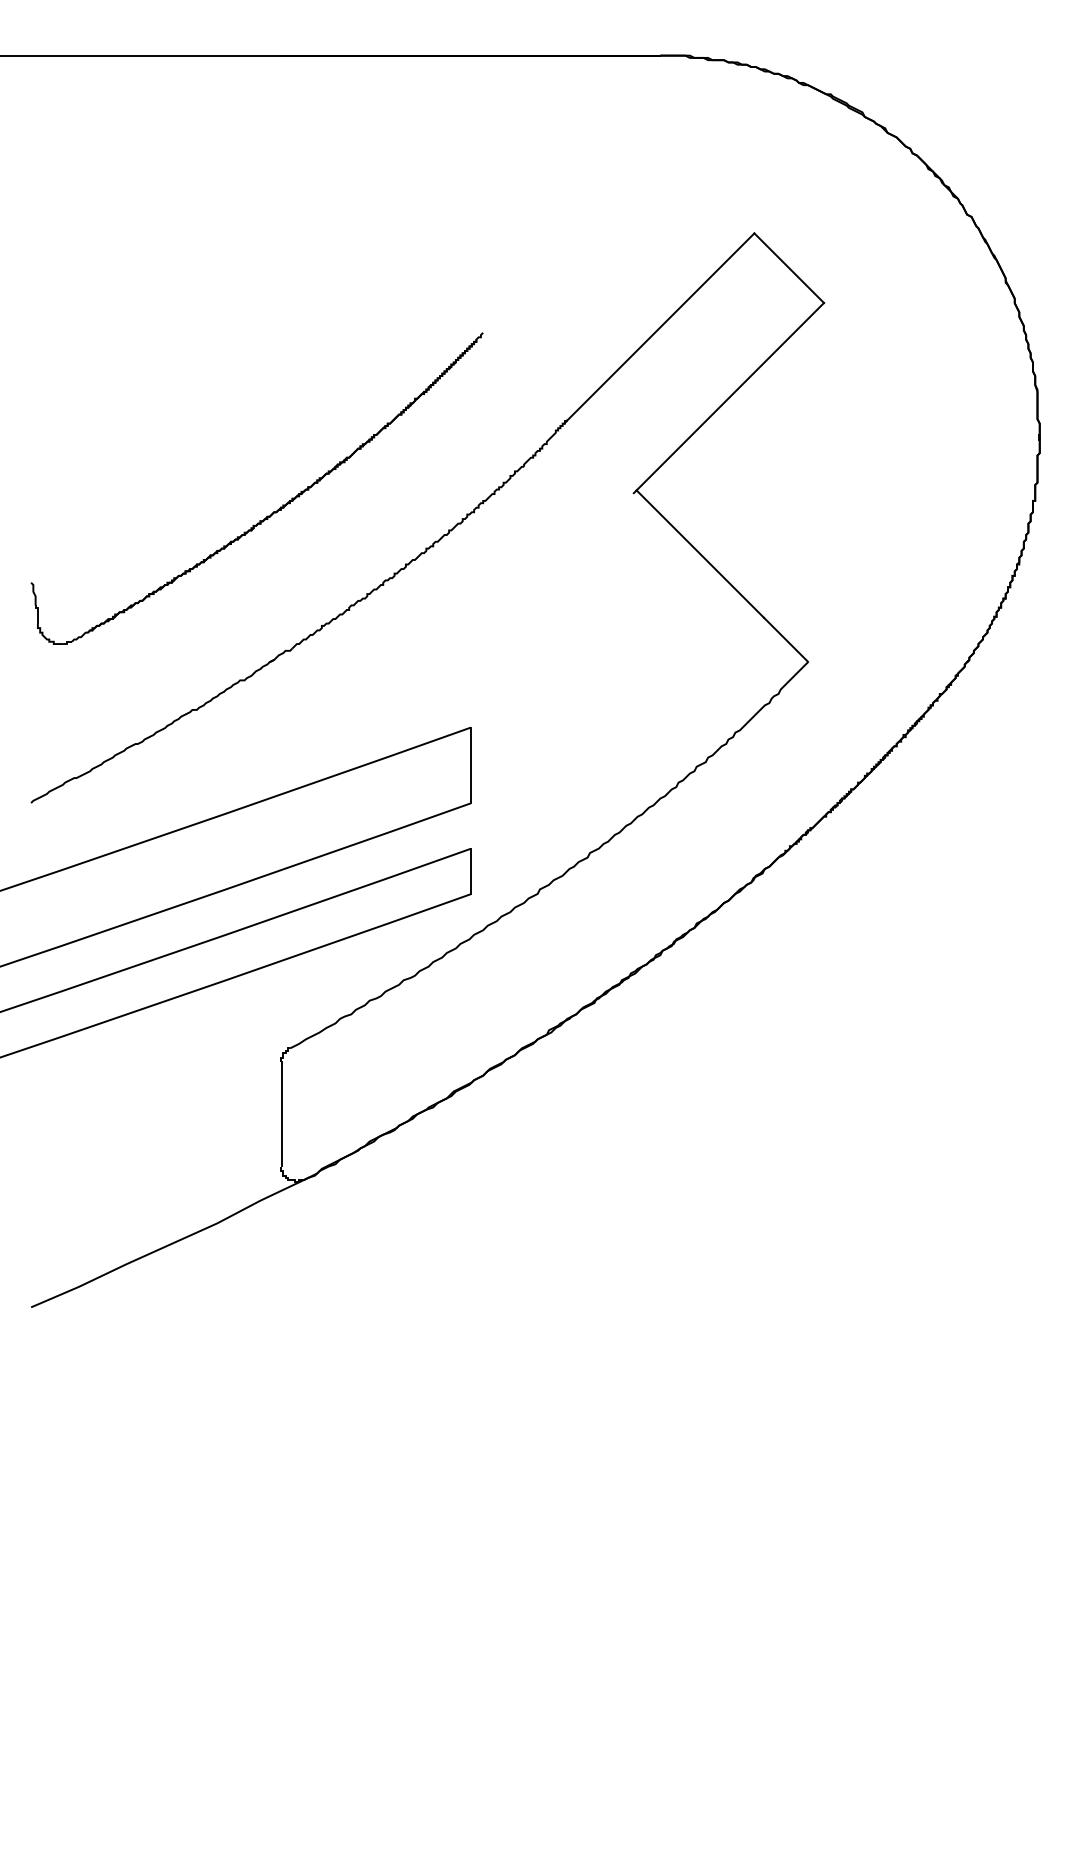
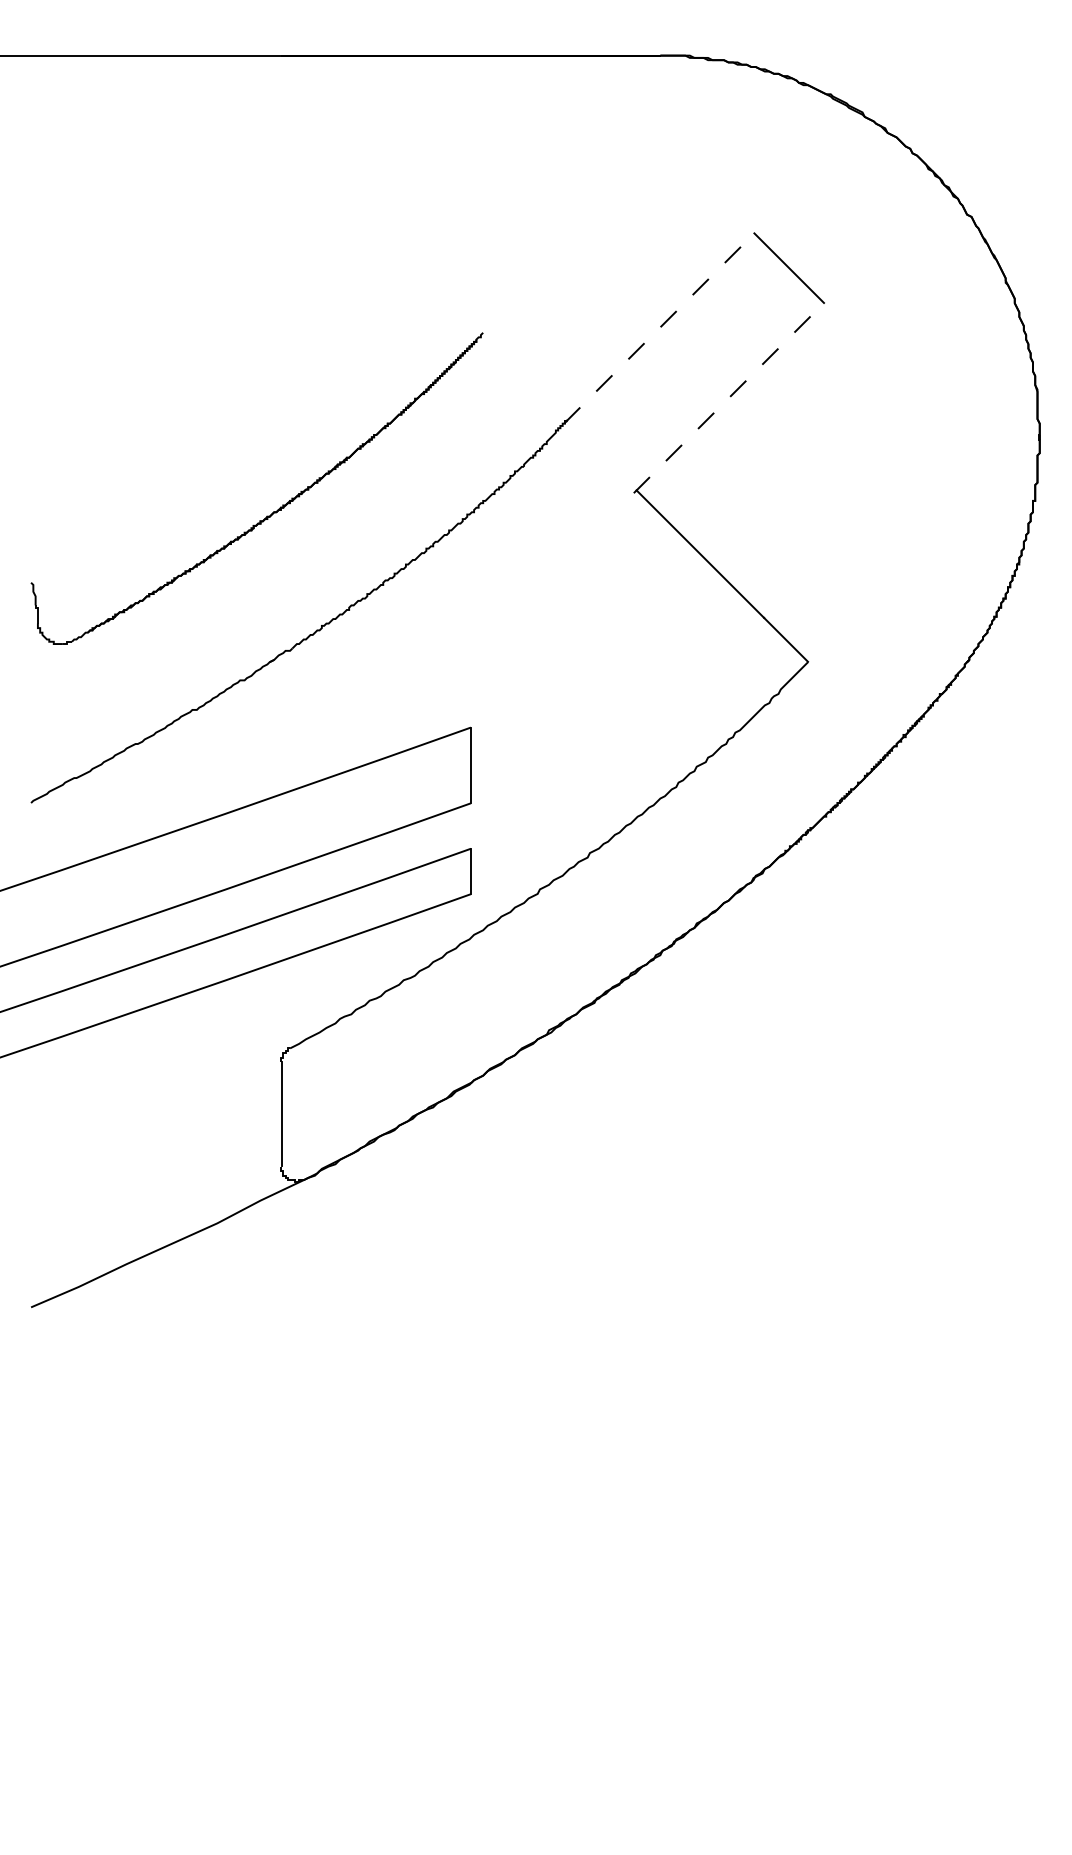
line at (659, 328): solid -> dashed
line at (729, 397): solid -> dashed
